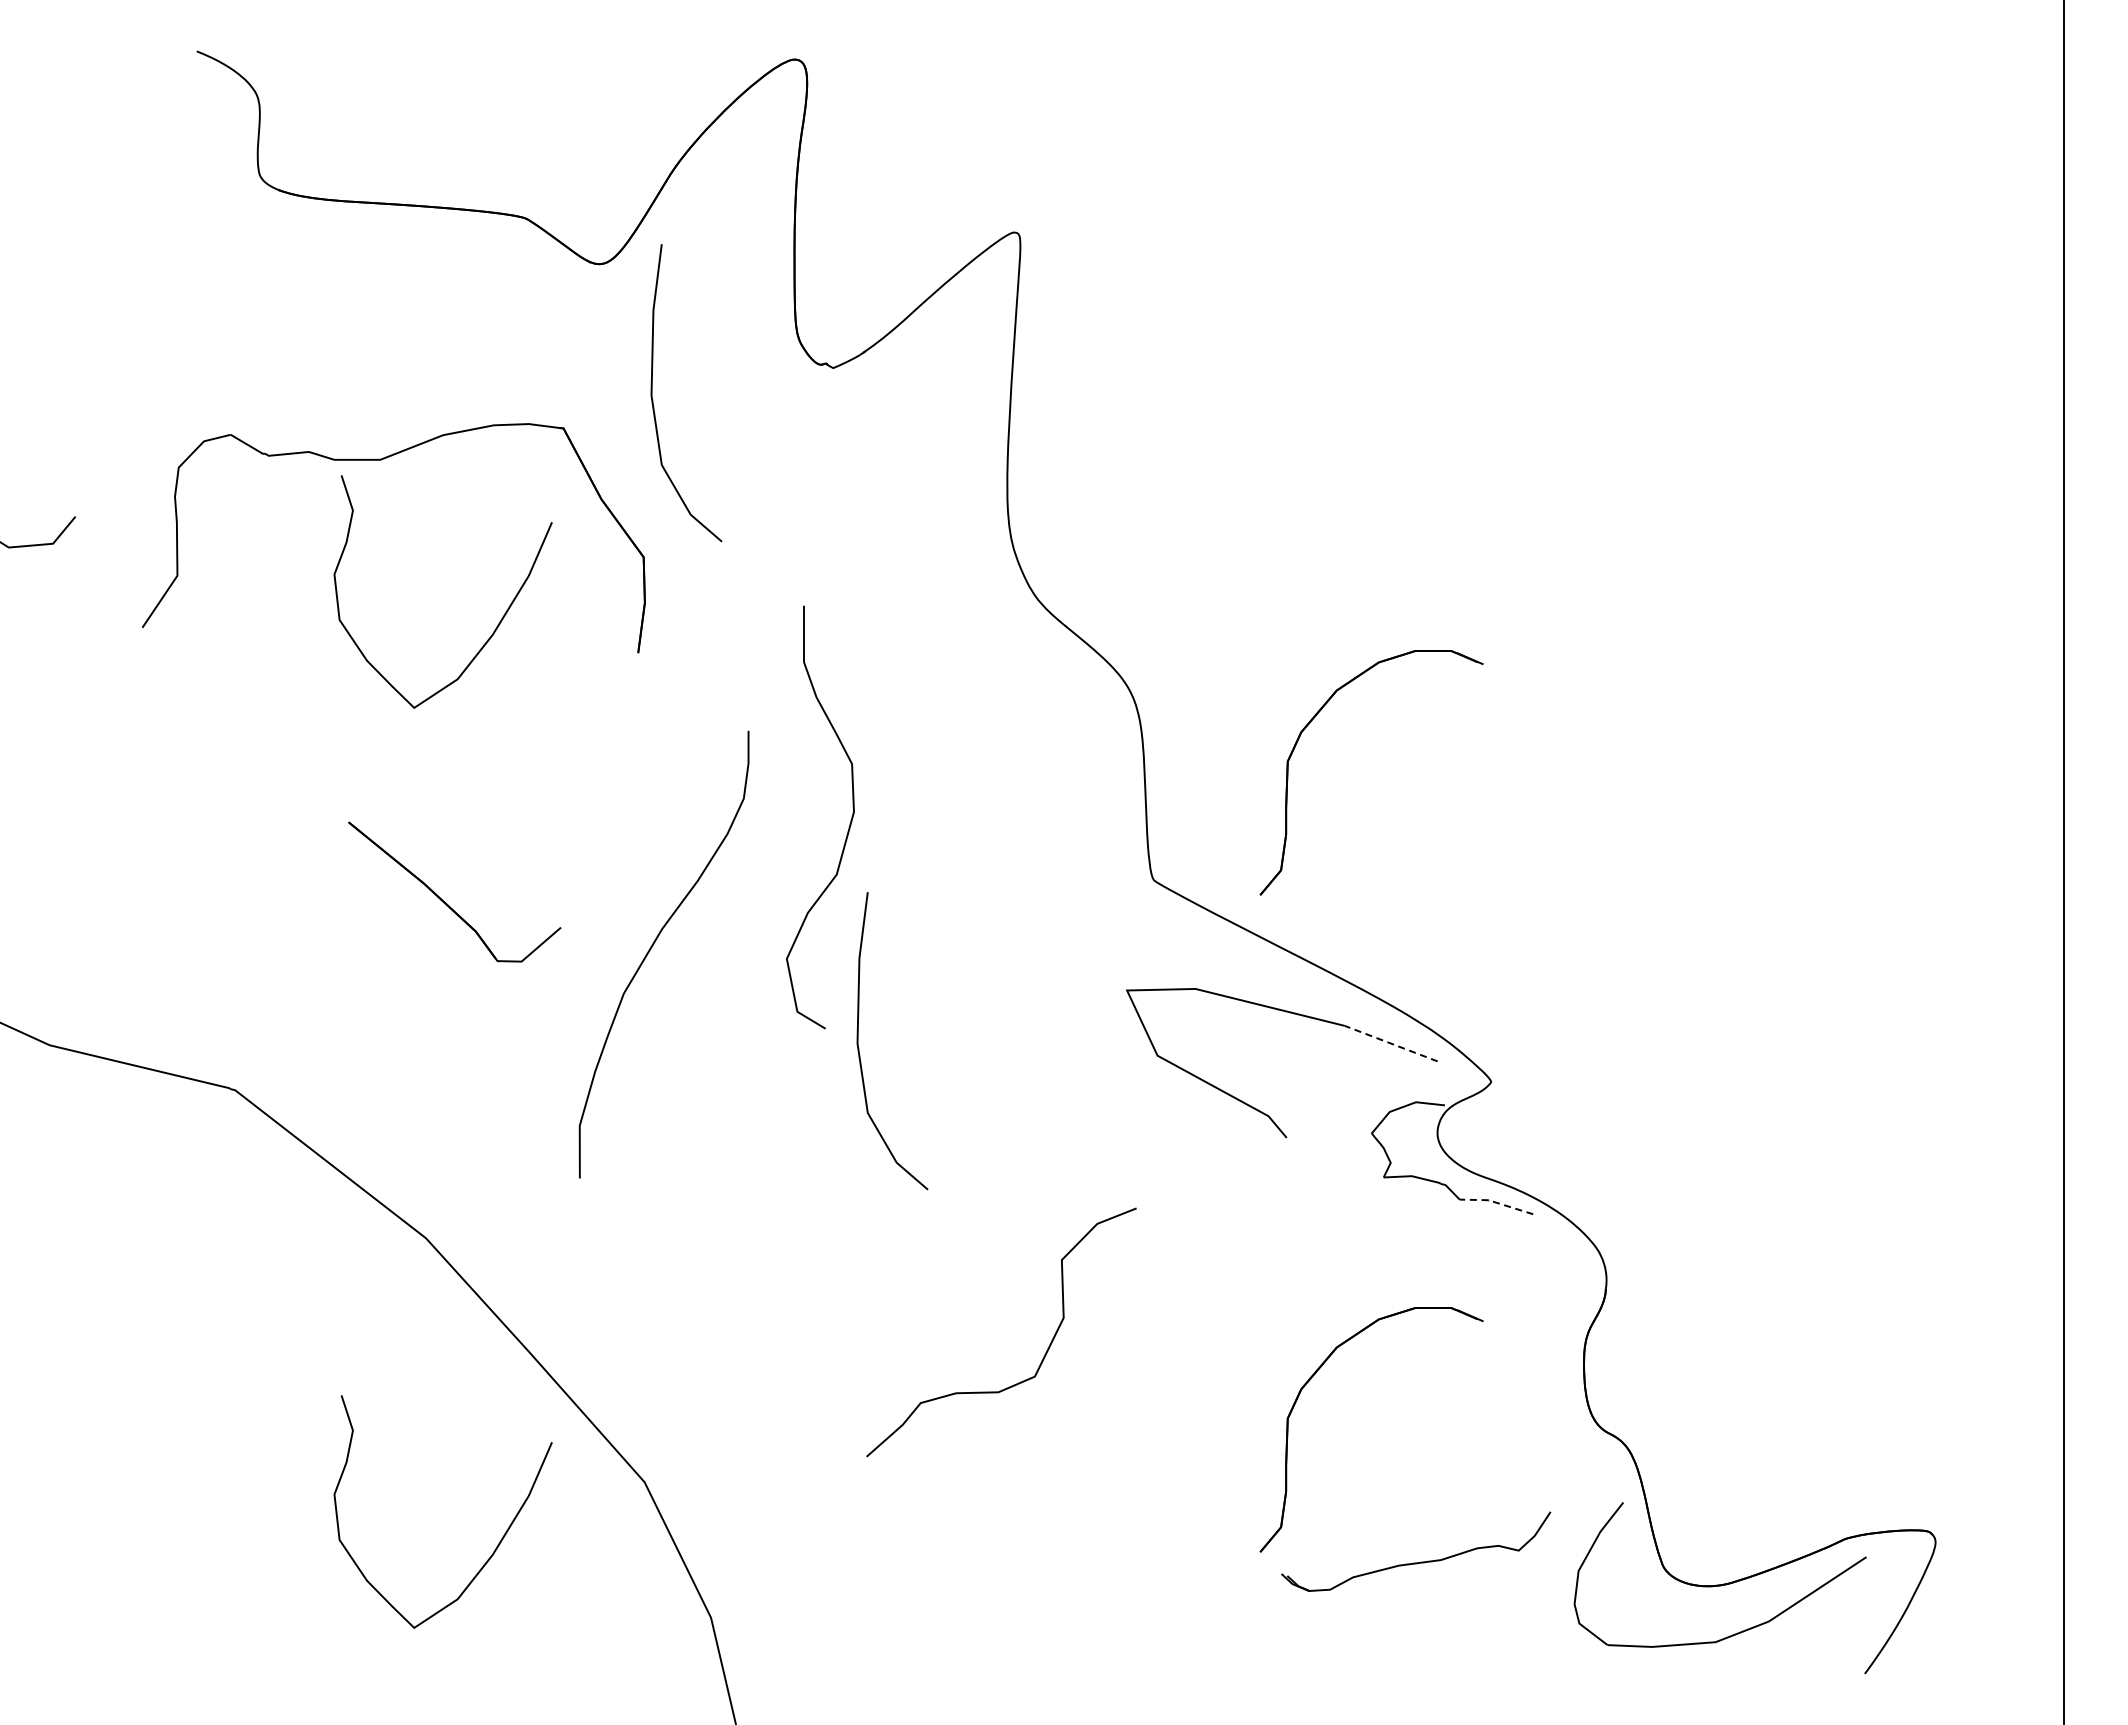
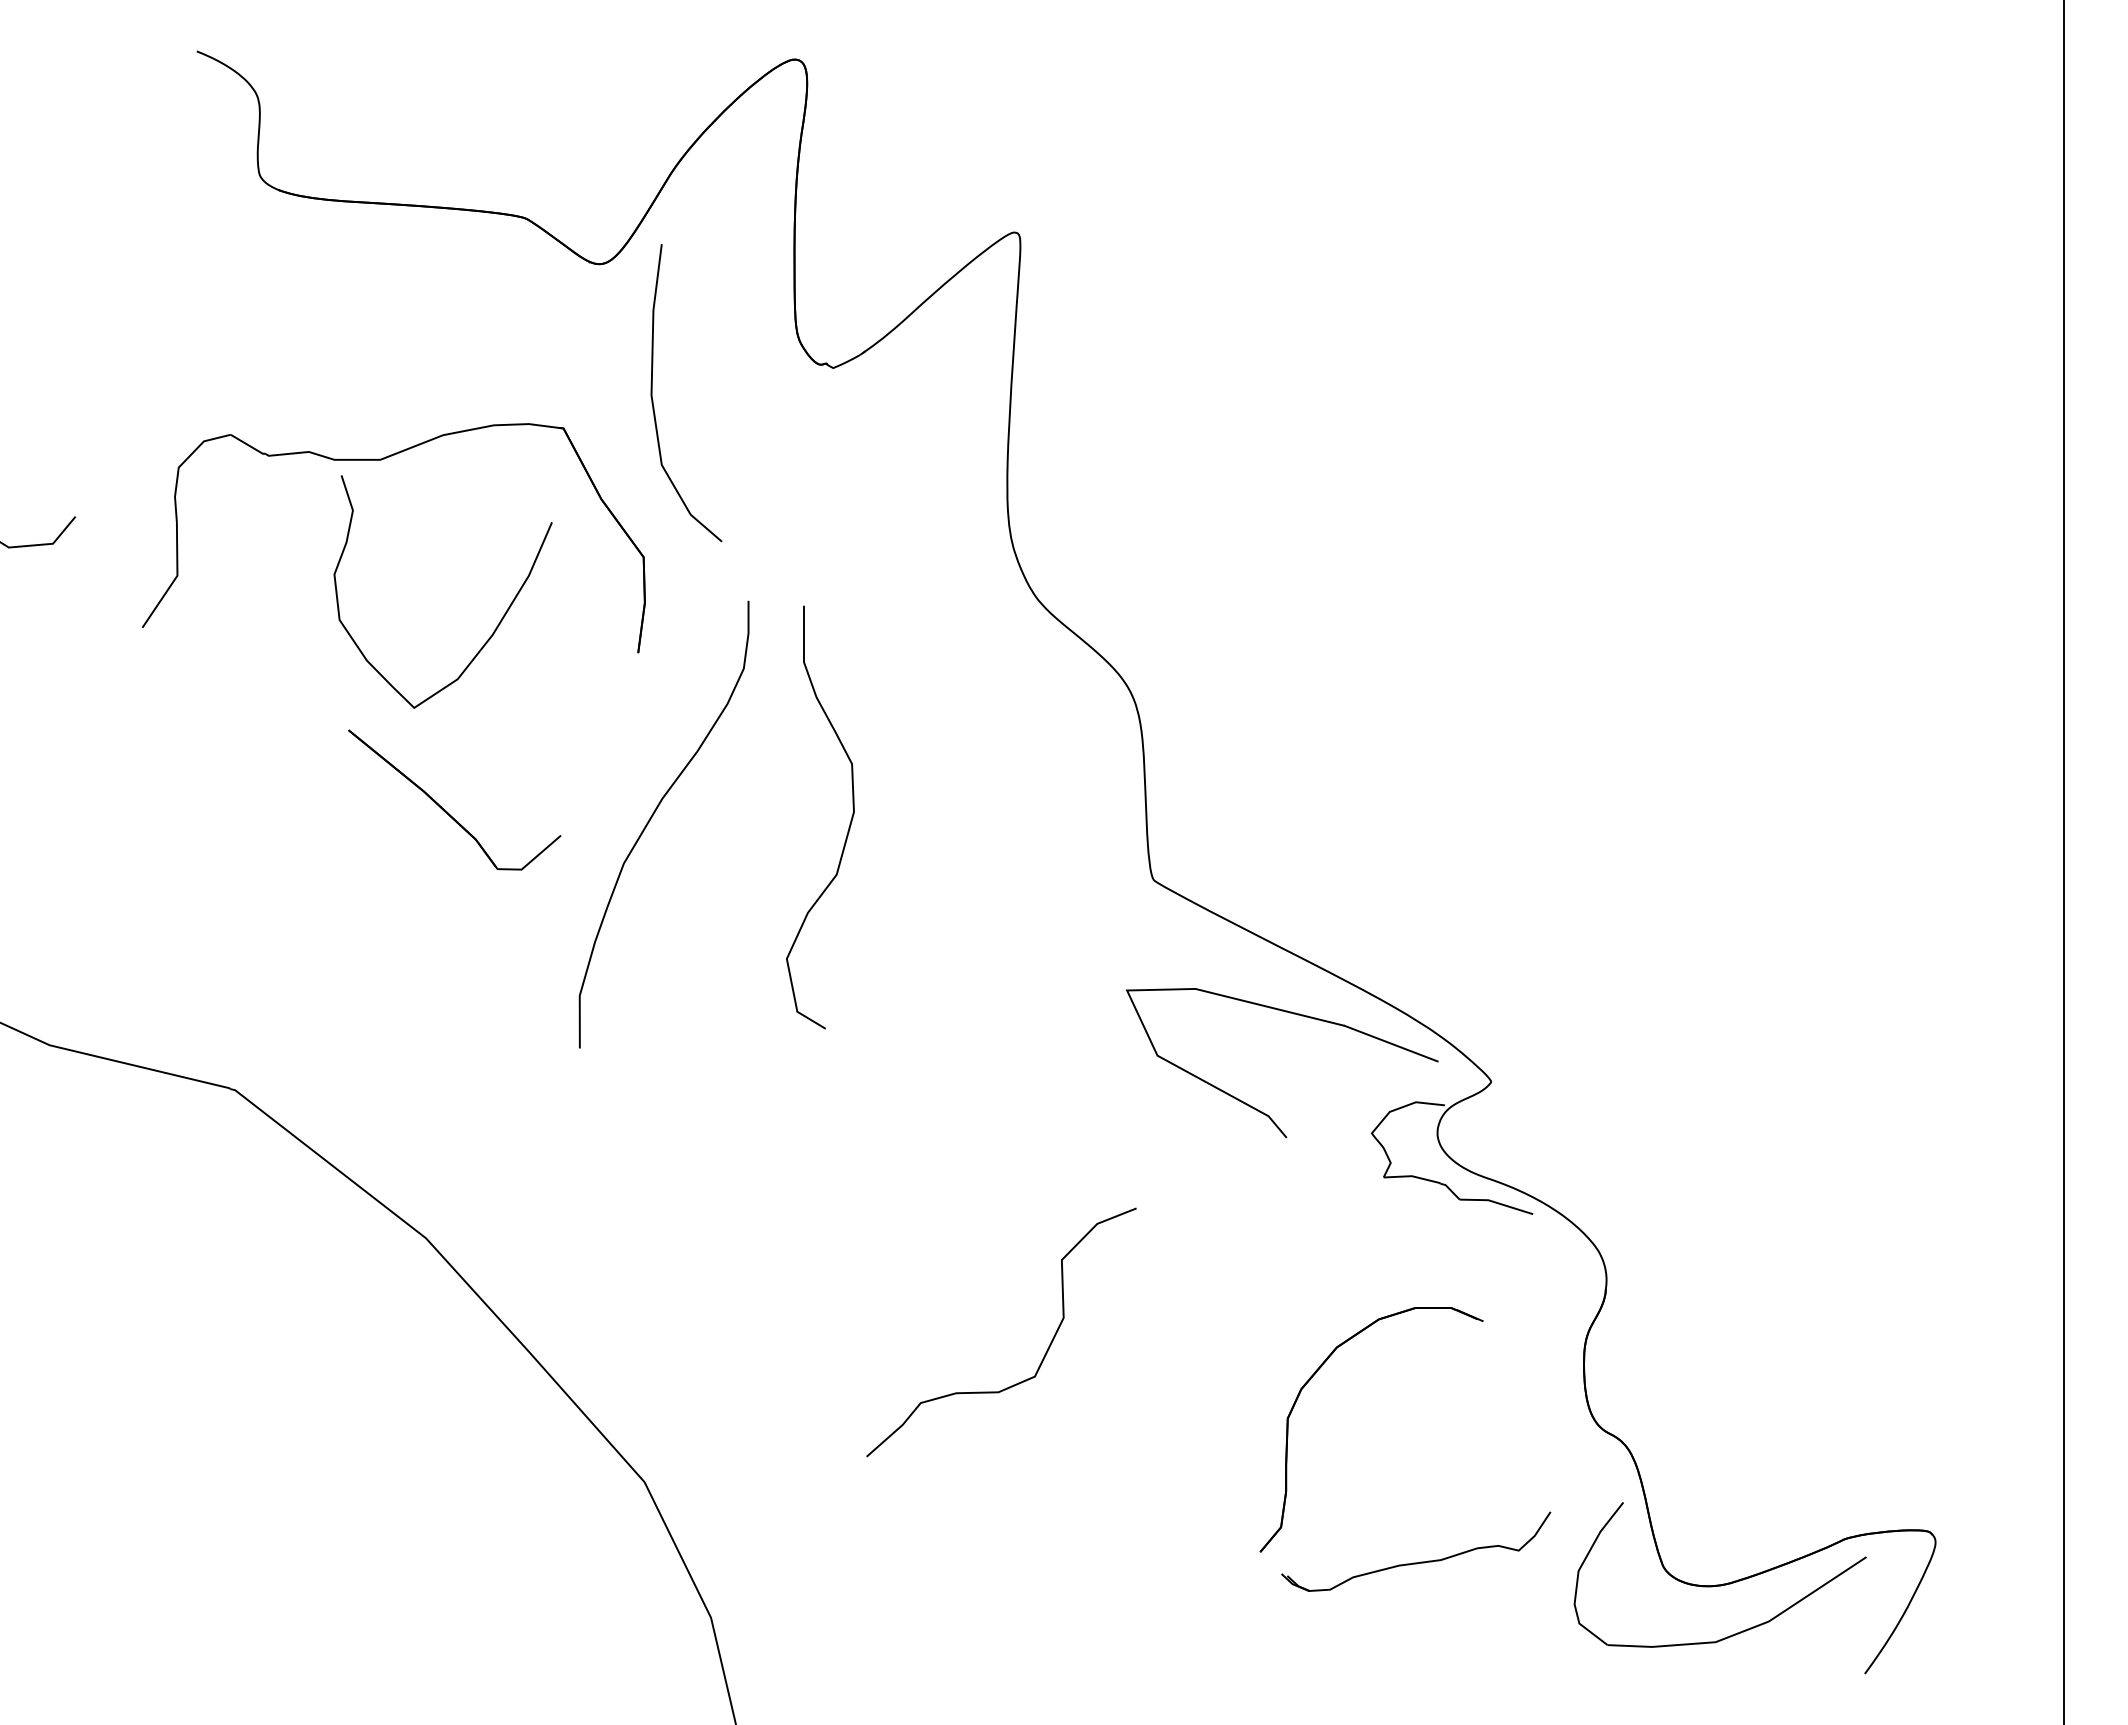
part at (1310, 723): present -> none
part at (446, 902) position: (446, 902) -> (446, 810)
curve at (651, 949) position: (651, 949) -> (651, 819)
line at (1391, 1043): dashed -> solid
curve at (859, 1048): present -> none
line at (1495, 1202): dashed -> solid
curve at (496, 1546): present -> none
